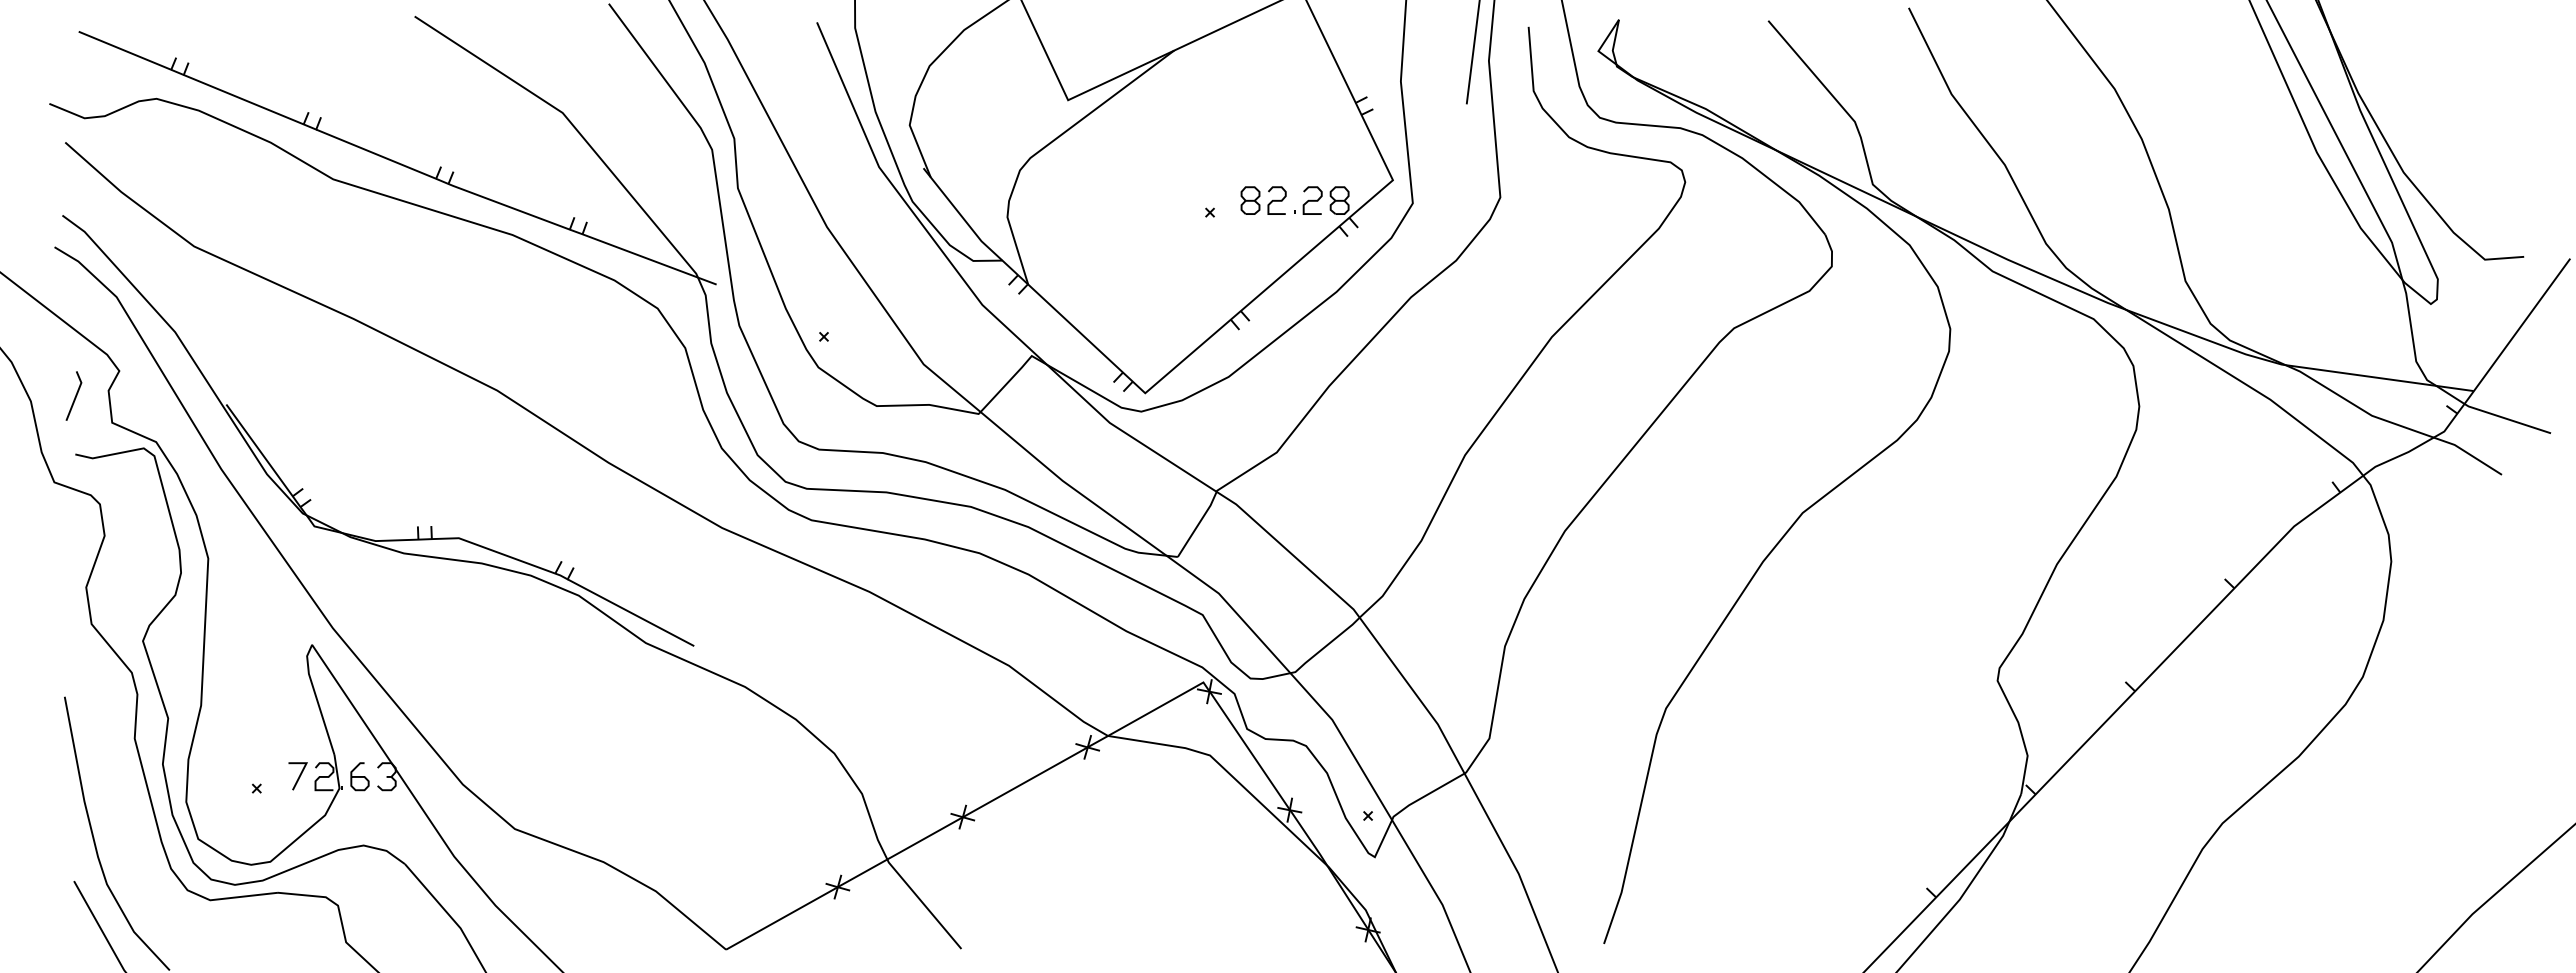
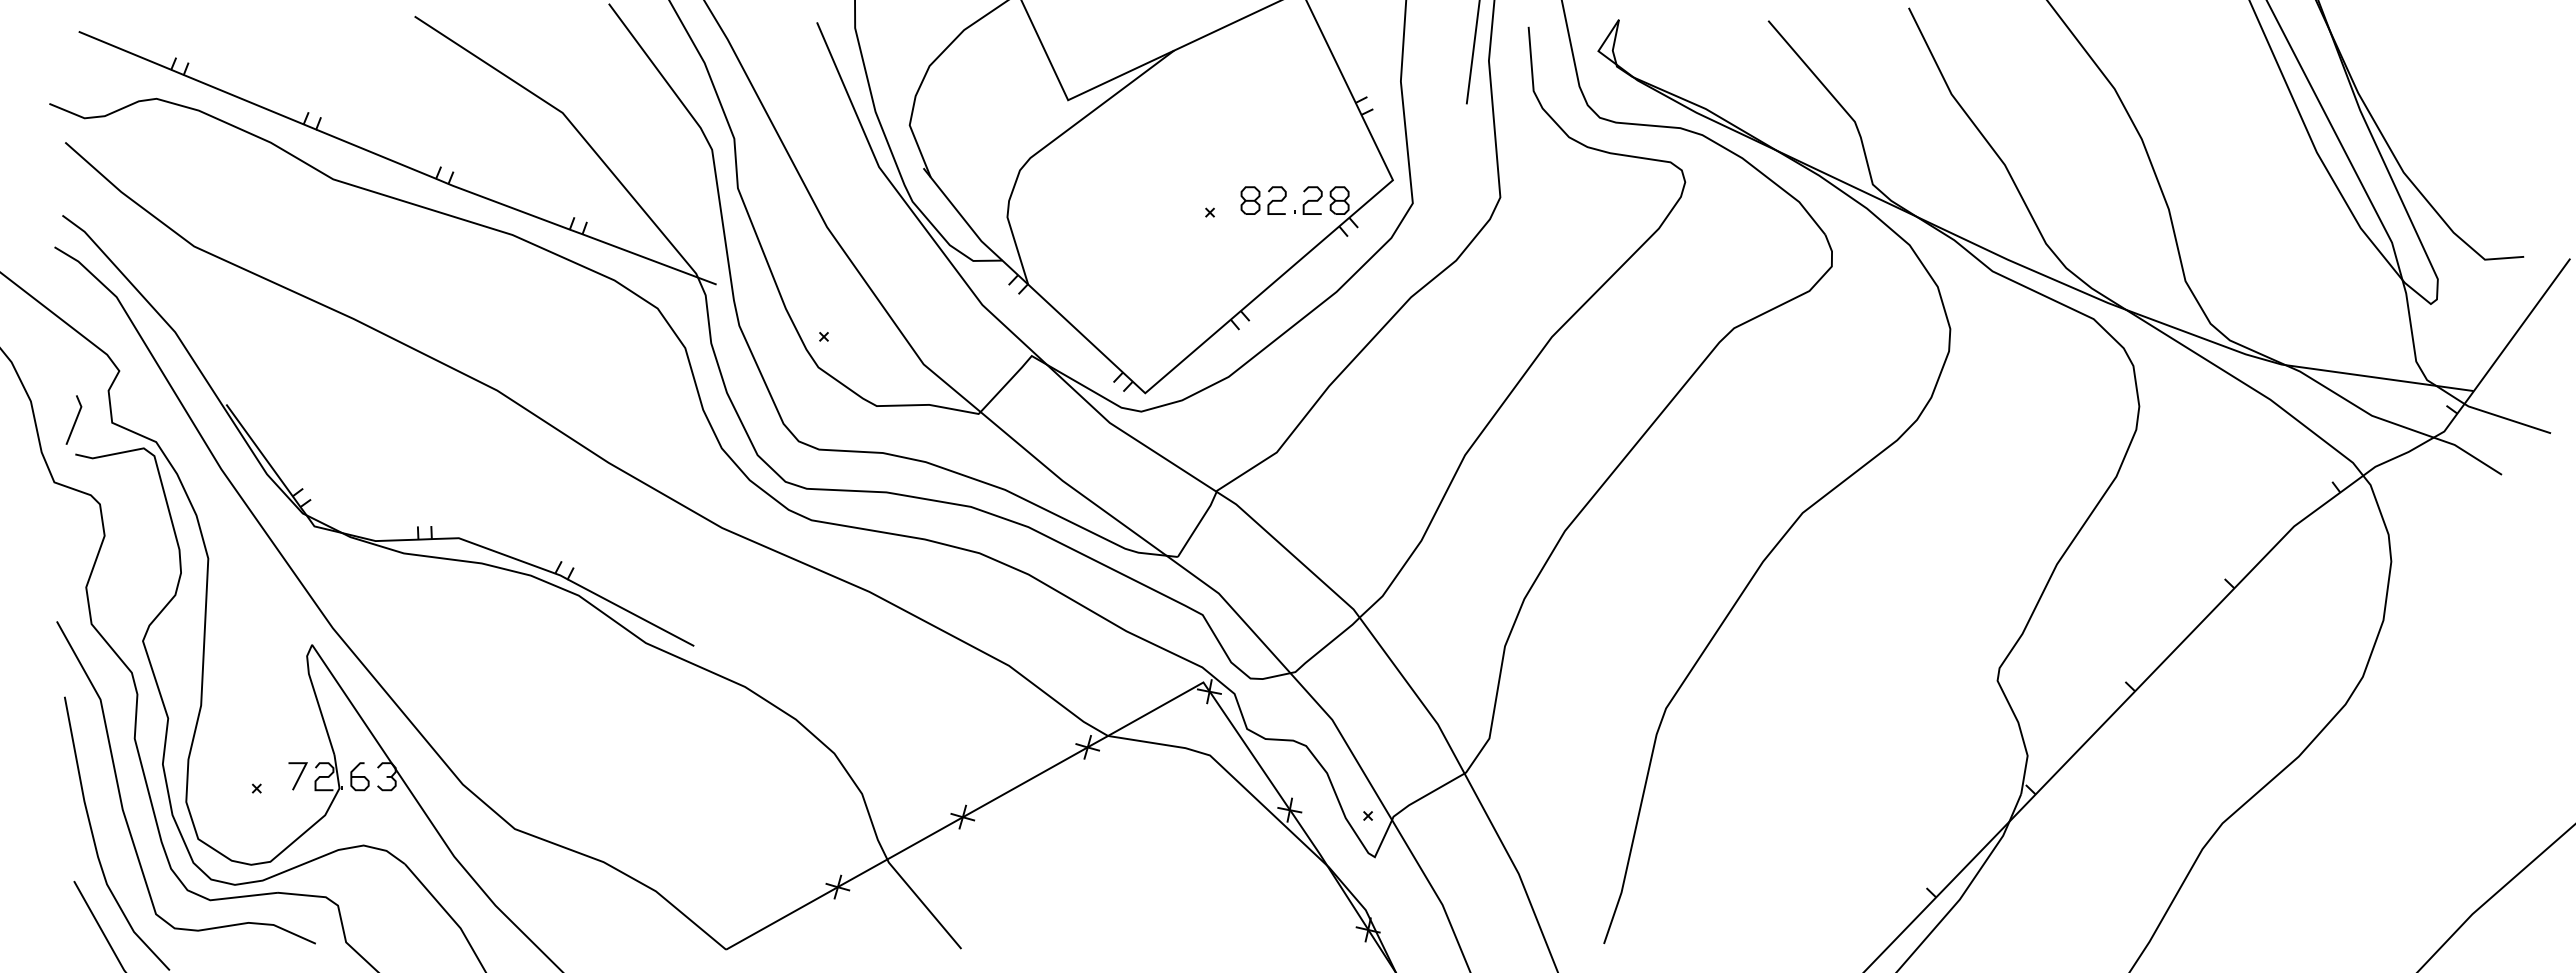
line at (75, 395) position: (75, 395) -> (75, 419)
curve at (121, 797): none -> present
